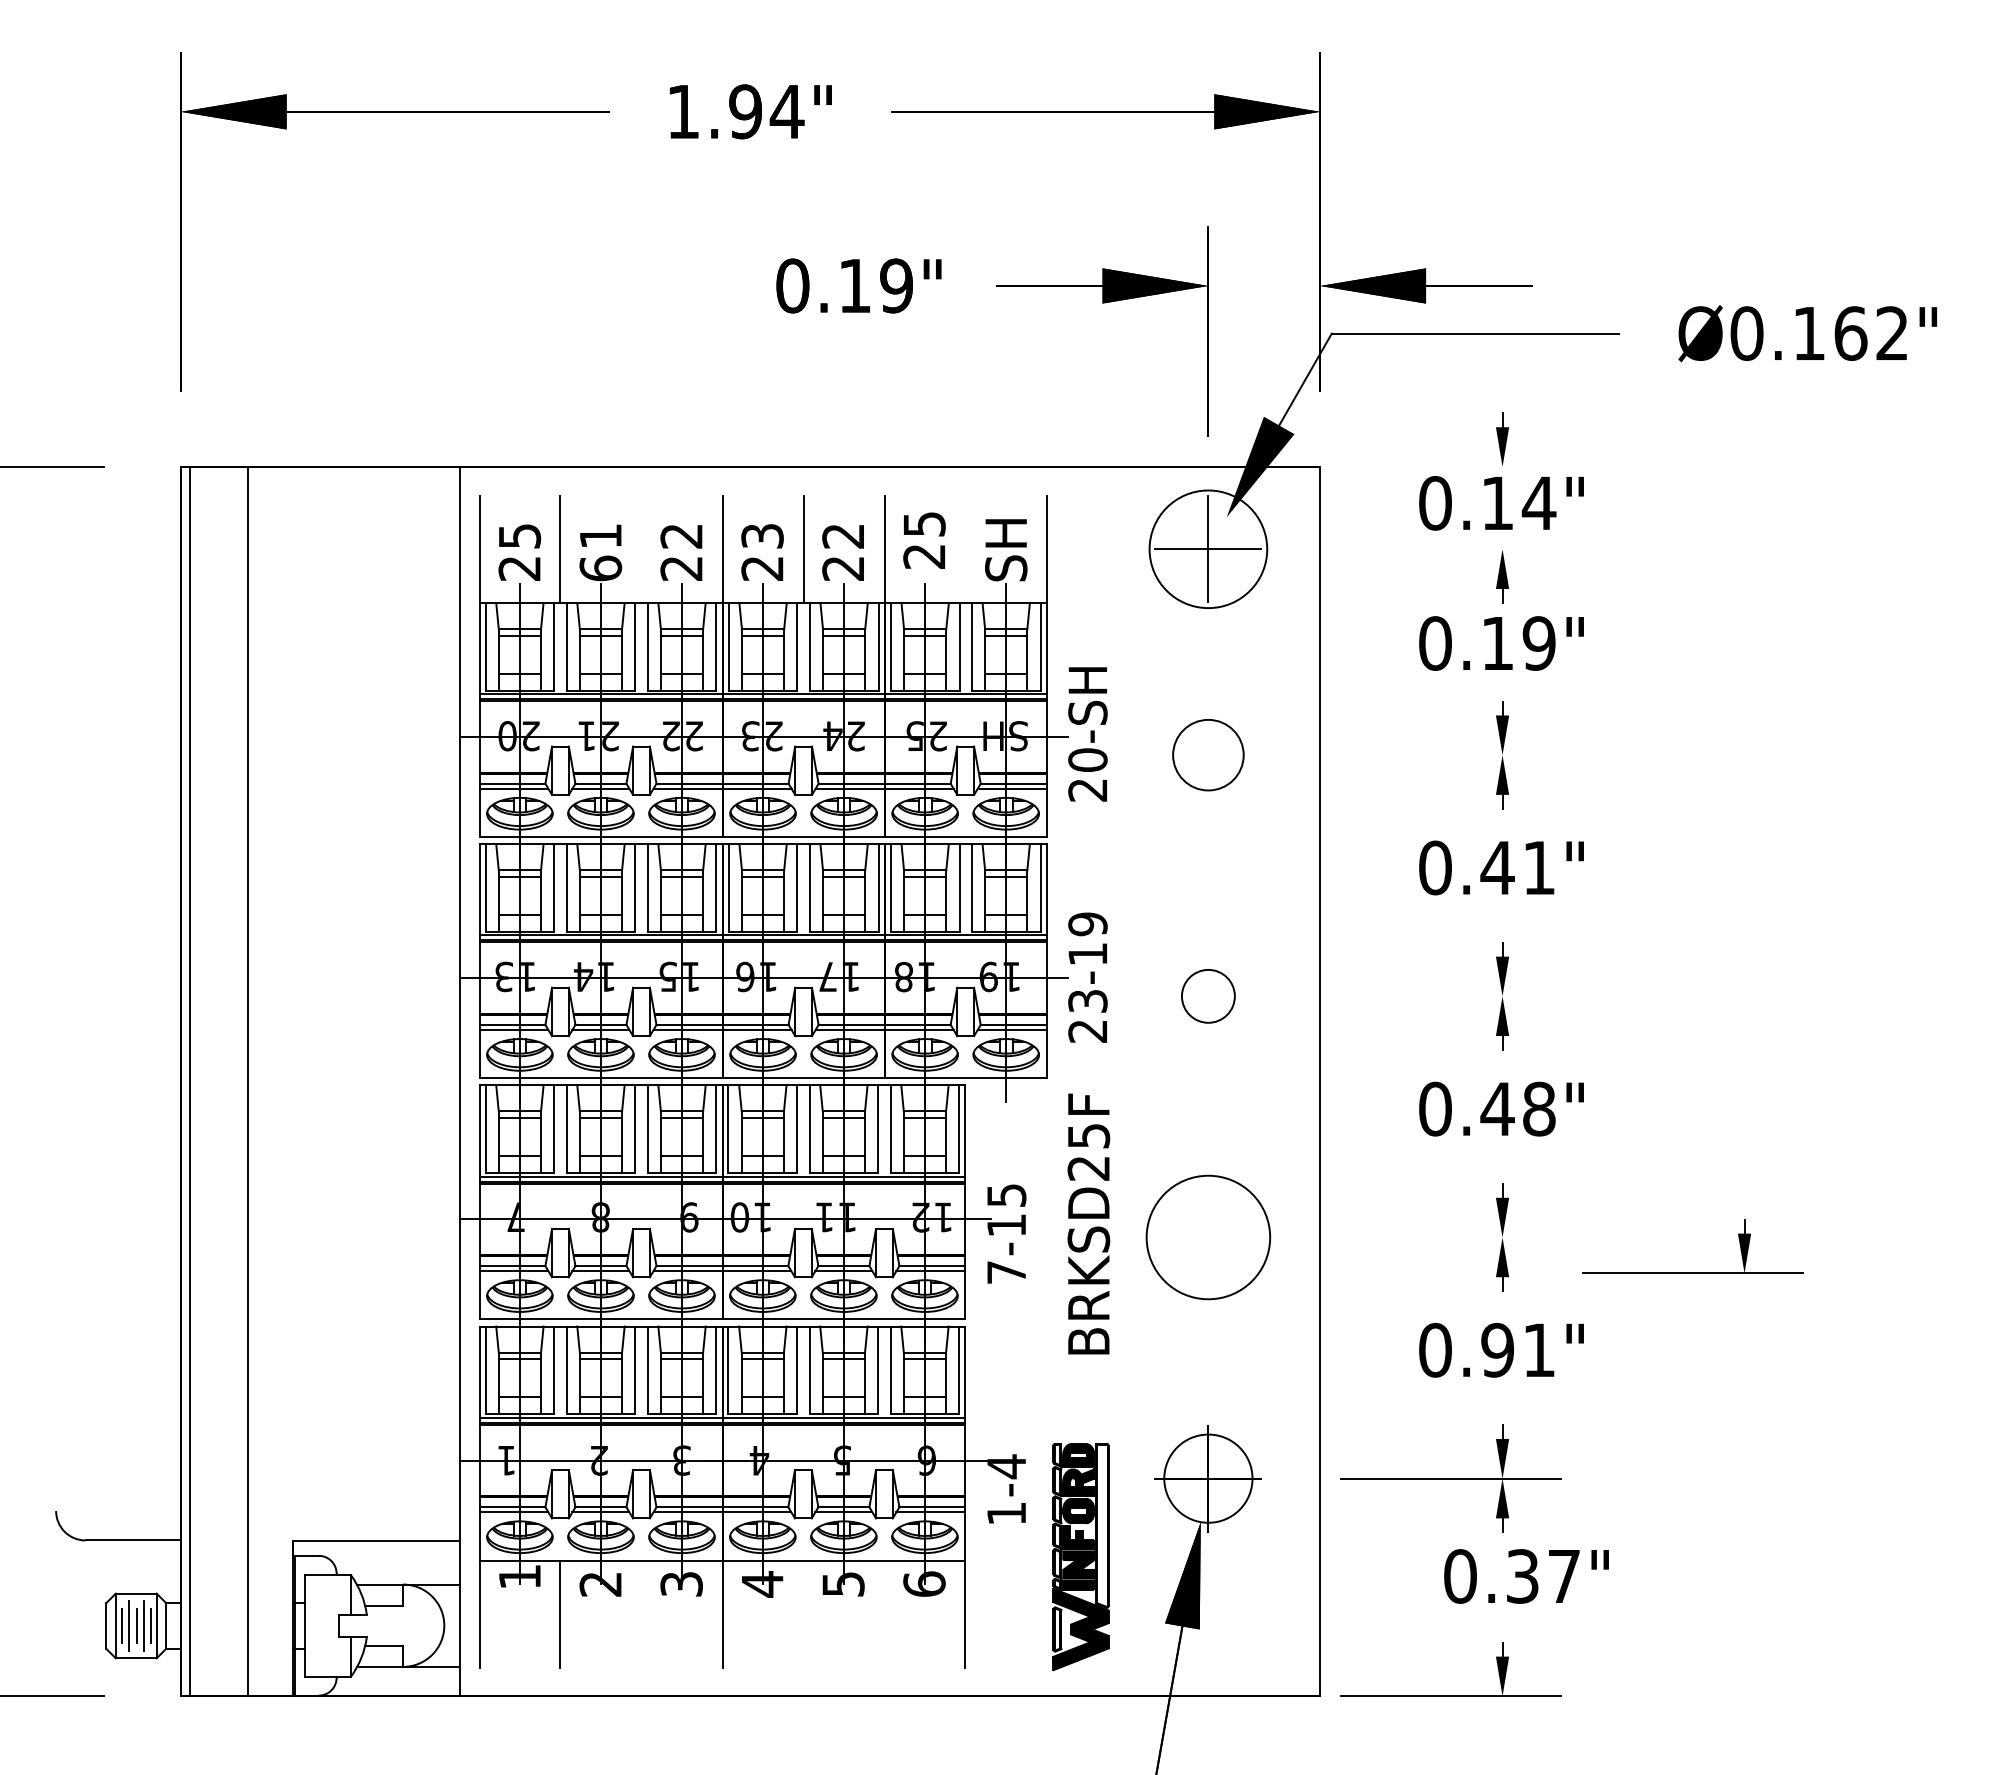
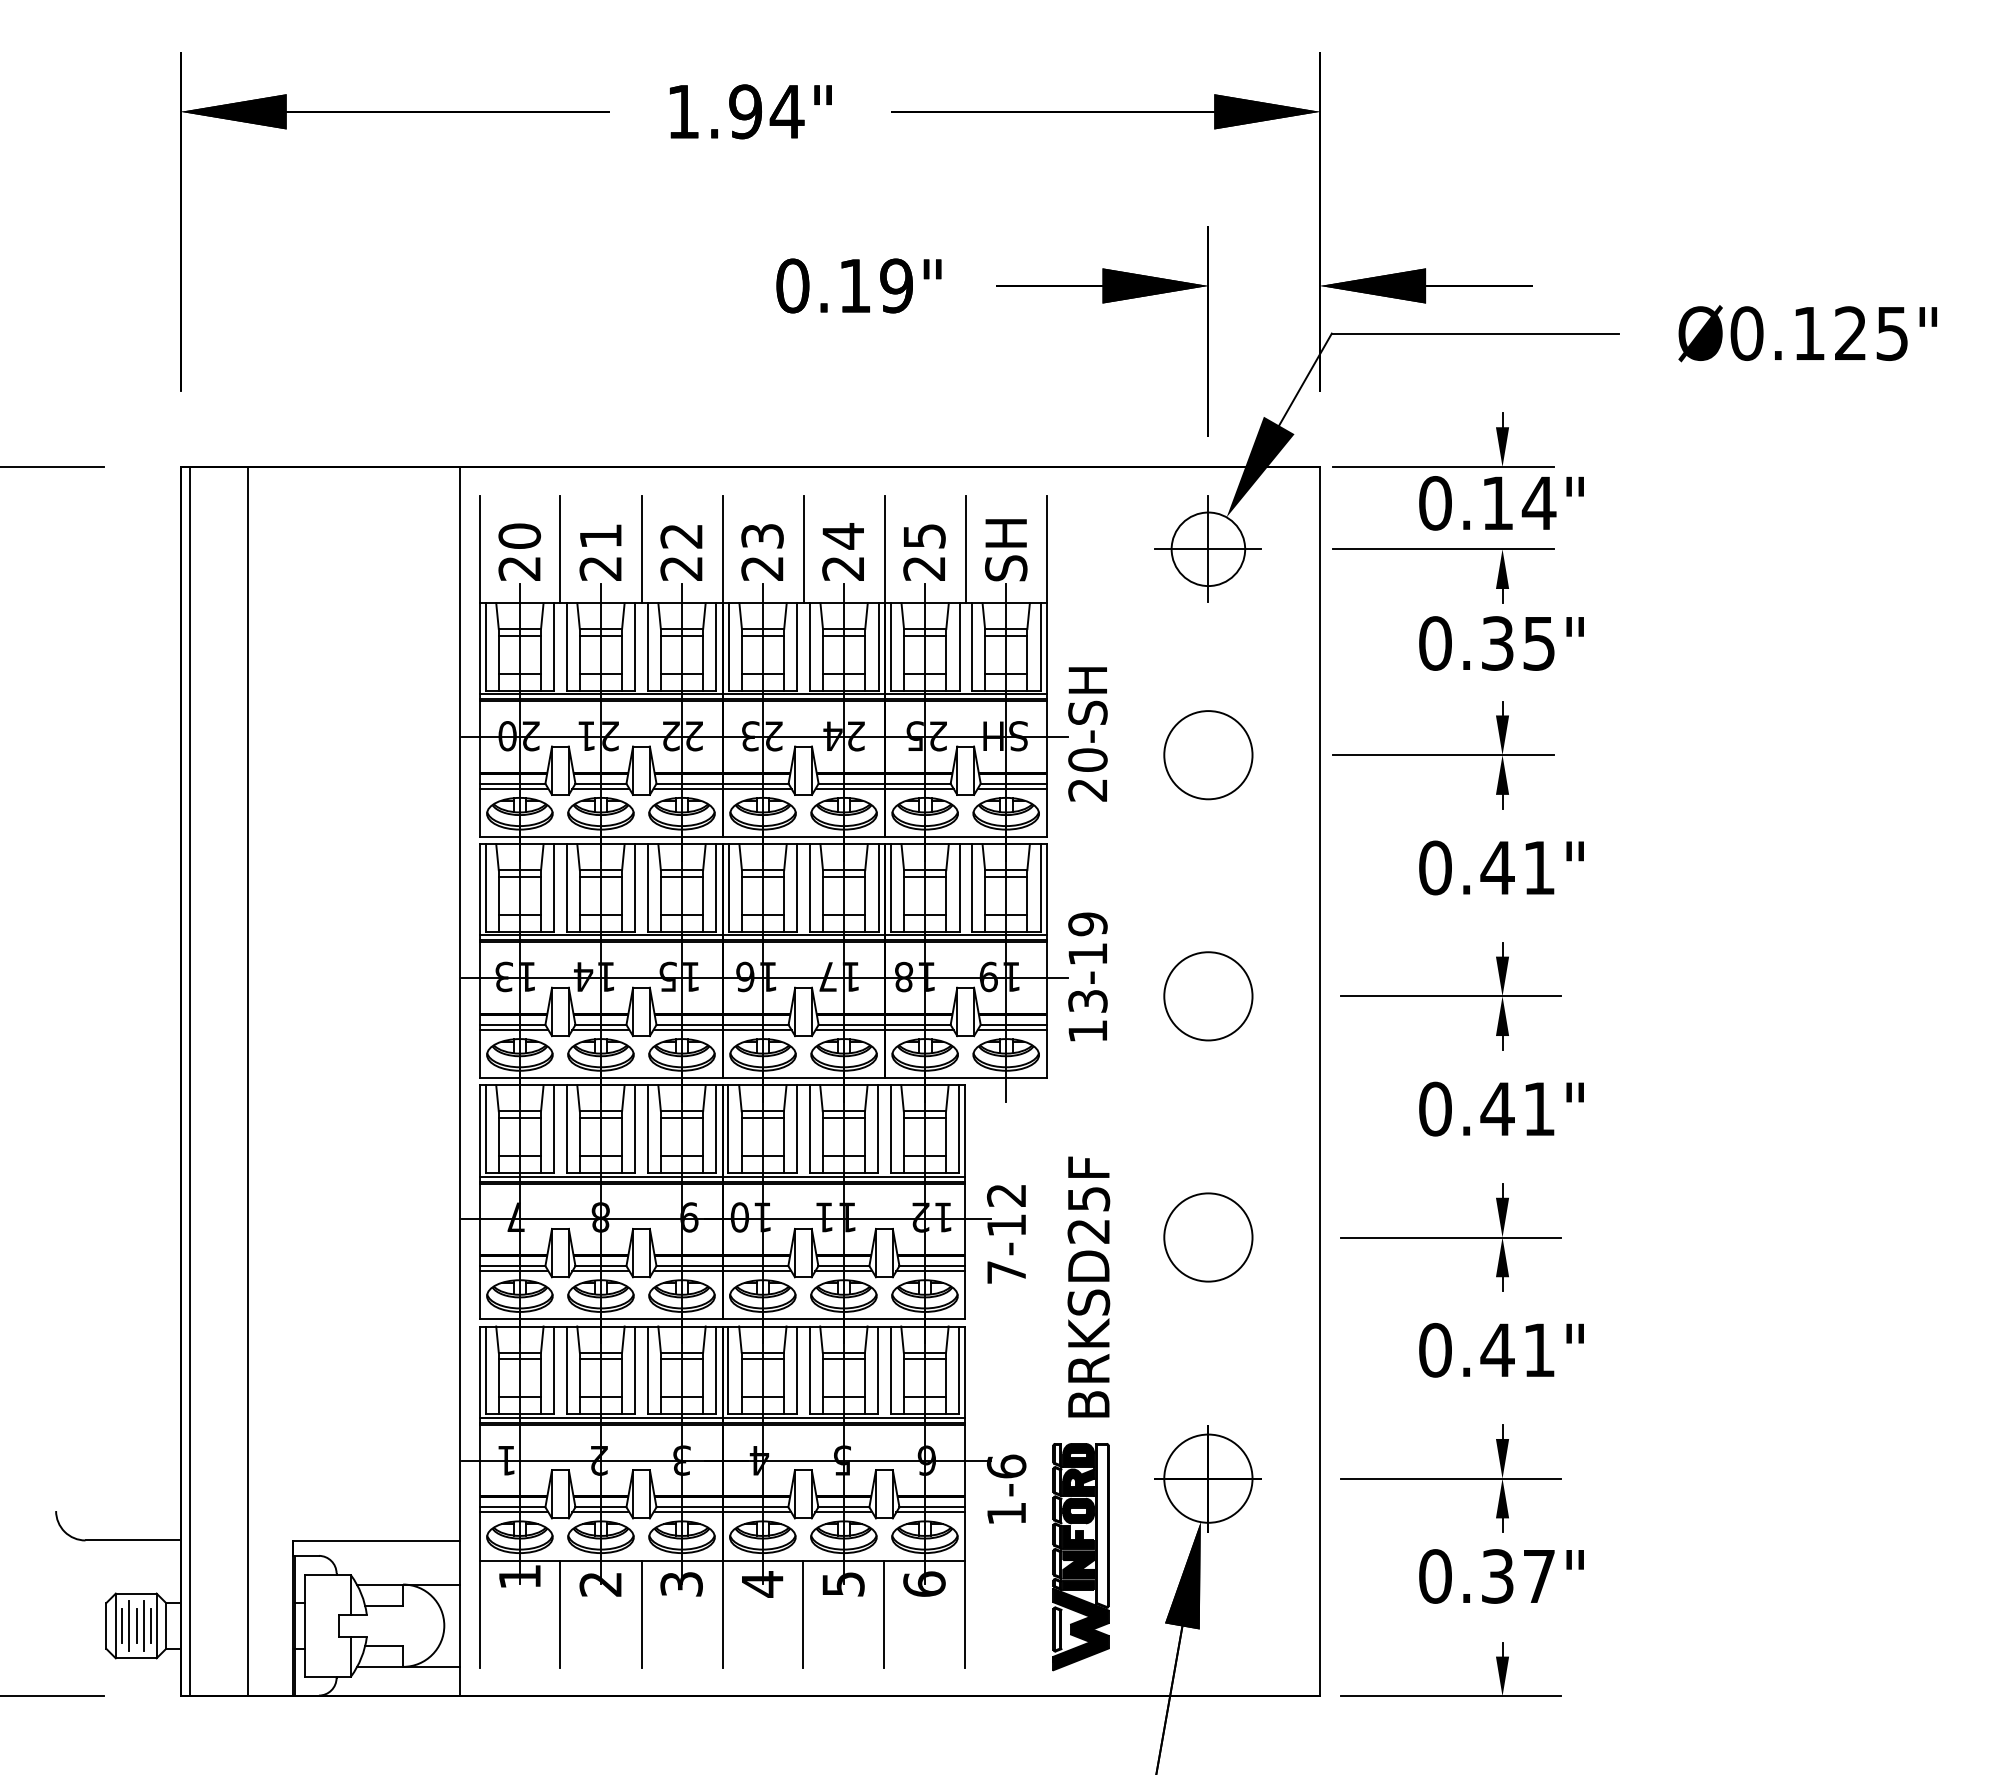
text at (1870, 333): Ø0.162" -> Ø0.125"
line at (1443, 466): none -> present
text at (519, 535): 25 -> 20
text at (842, 536): 22 -> 24
text at (924, 540) position: (924, 540) -> (924, 552)
line at (641, 549): none -> present
line at (965, 549): none -> present
circle at (1208, 549) diameter: 118 px -> 74 px
line at (1443, 549): none -> present
text at (600, 568): 61 -> 21
text at (1518, 643): 0.19" -> 0.35"
circle at (1208, 754) diameter: 71 px -> 88 px
line at (1443, 755): none -> present
circle at (1207, 995) diameter: 53 px -> 88 px
line at (1450, 996): none -> present
text at (1087, 1031): 23-19 -> 13-19
text at (1539, 1108): 0.48" -> 0.41"
text at (1006, 1195): 7-15 -> 7-12
text at (1088, 1223) position: (1088, 1223) -> (1088, 1286)
circle at (1208, 1237) diameter: 124 px -> 88 px
line at (1450, 1237): none -> present
part at (1692, 1272): present -> none
text at (1497, 1350): 0.91" -> 0.41"
text at (1006, 1466): 1-4 -> 1-6
text at (1526, 1576) position: (1526, 1576) -> (1501, 1576)
line at (641, 1613): none -> present
line at (803, 1613): none -> present
line at (884, 1613): none -> present
